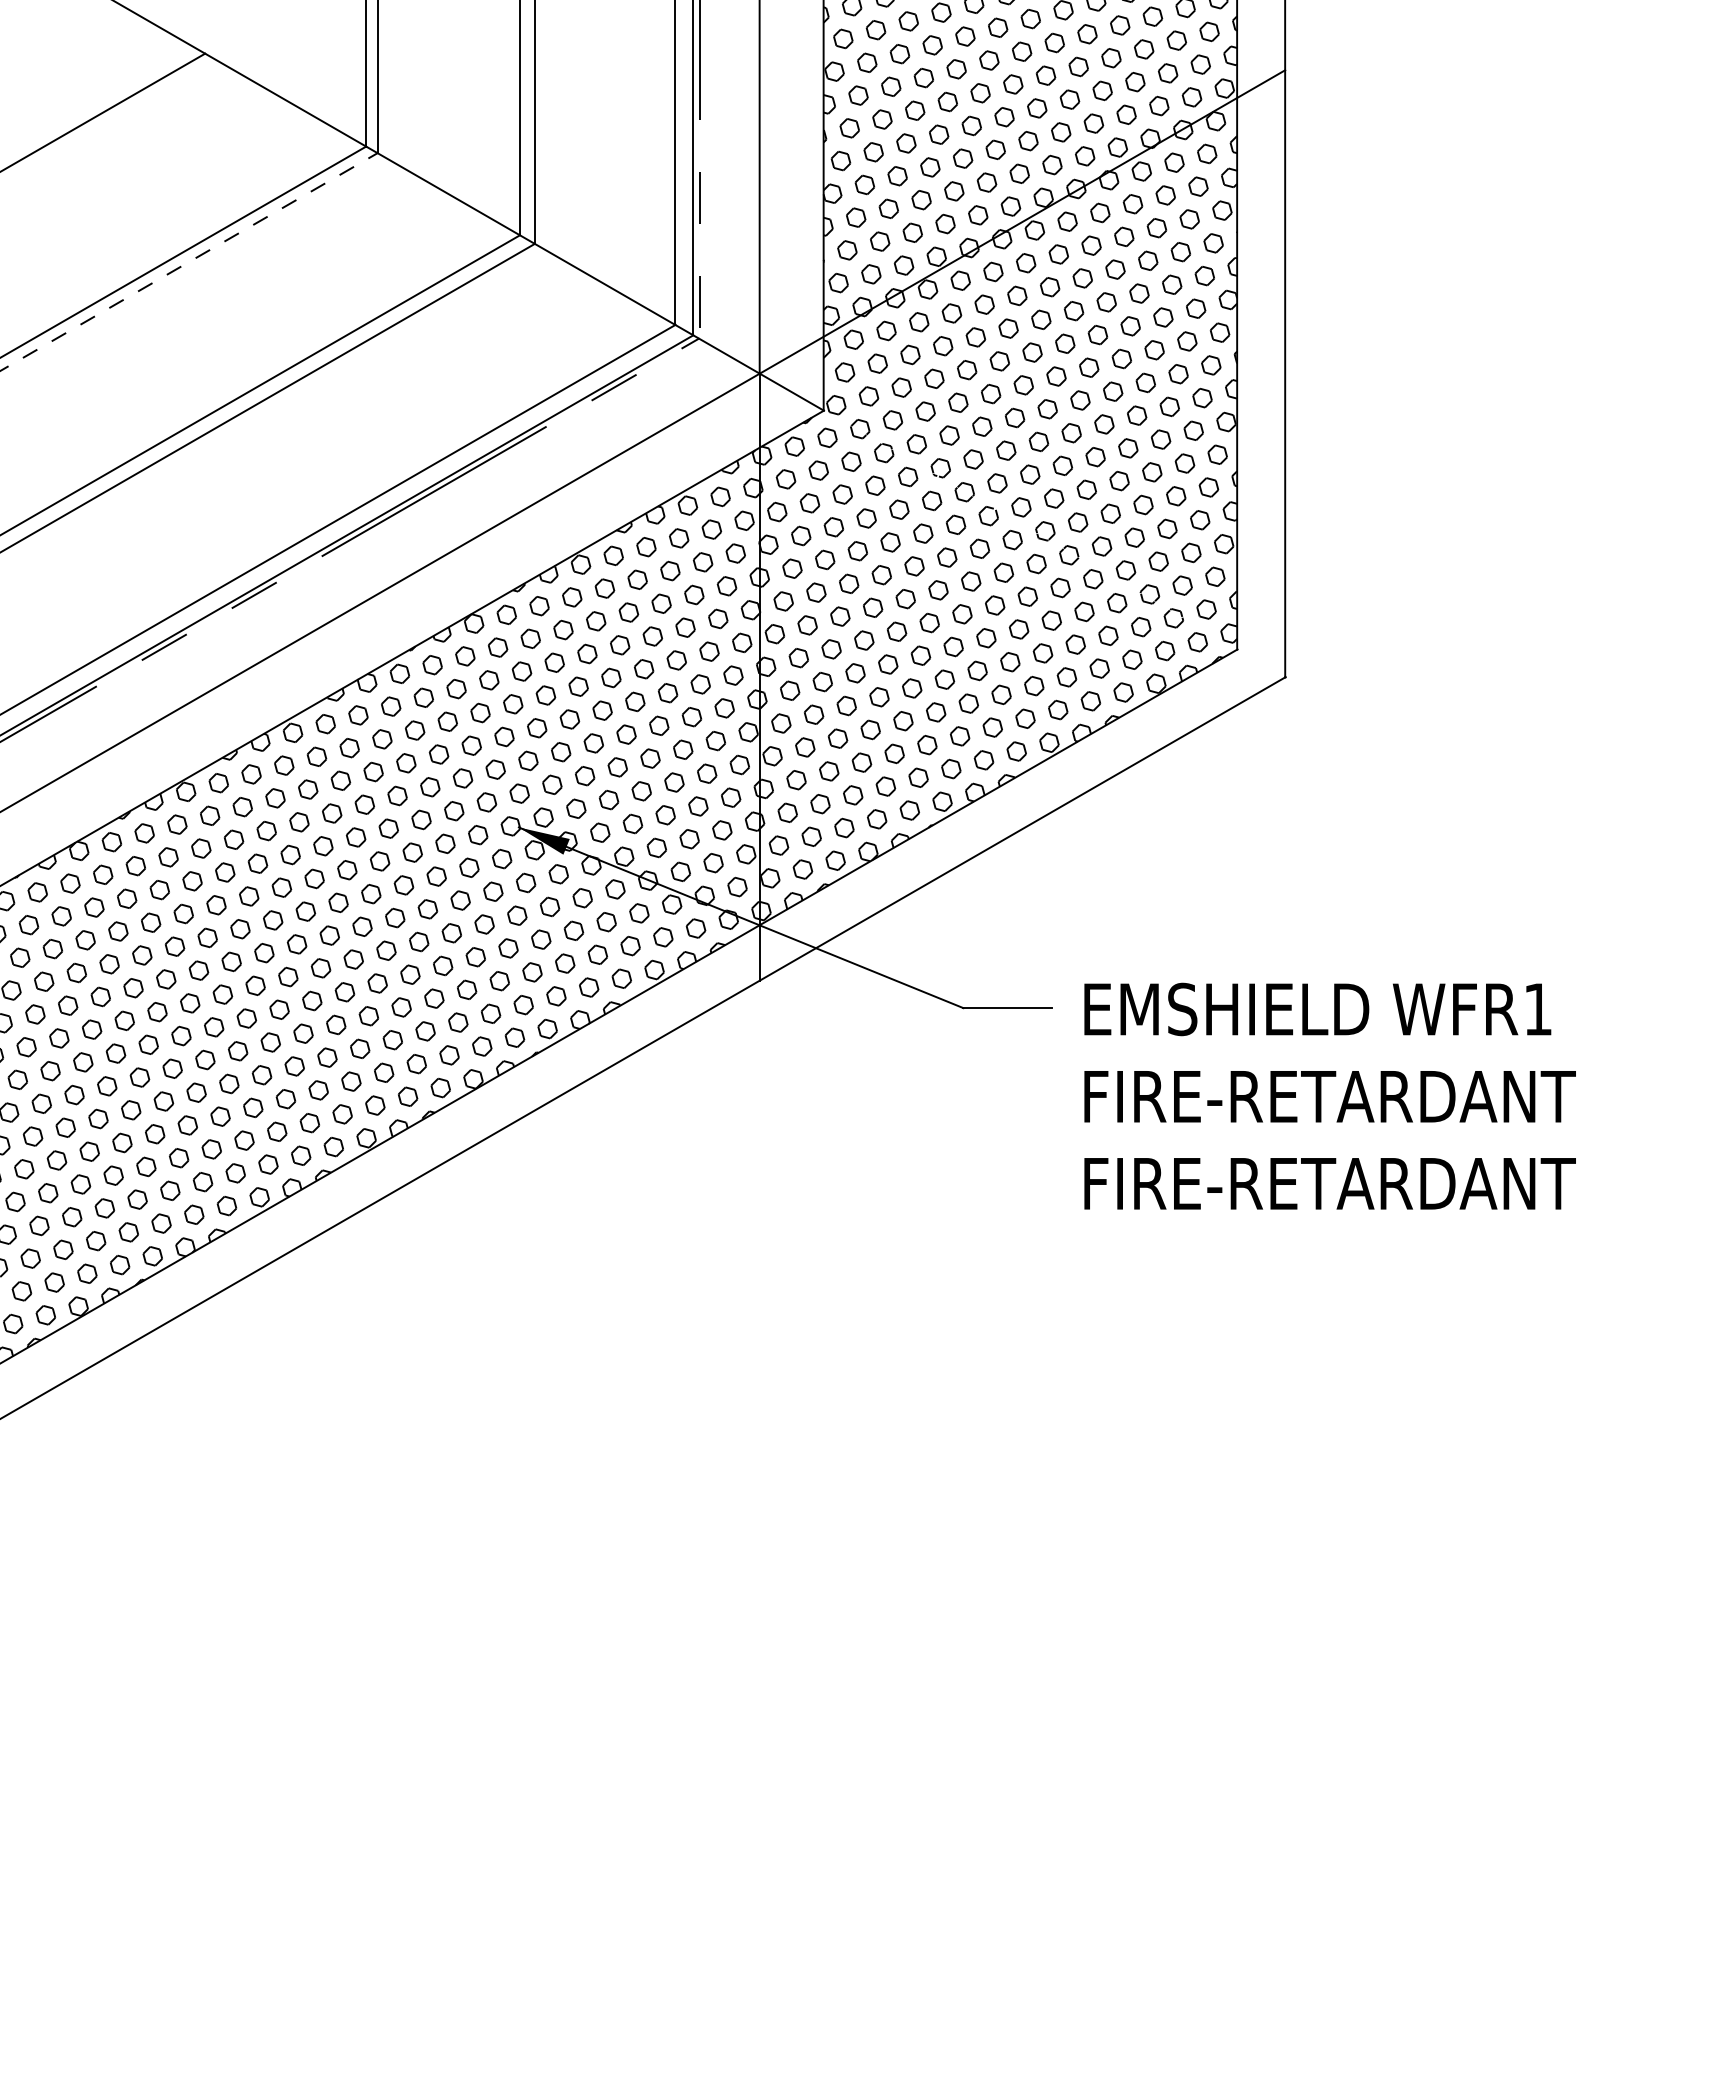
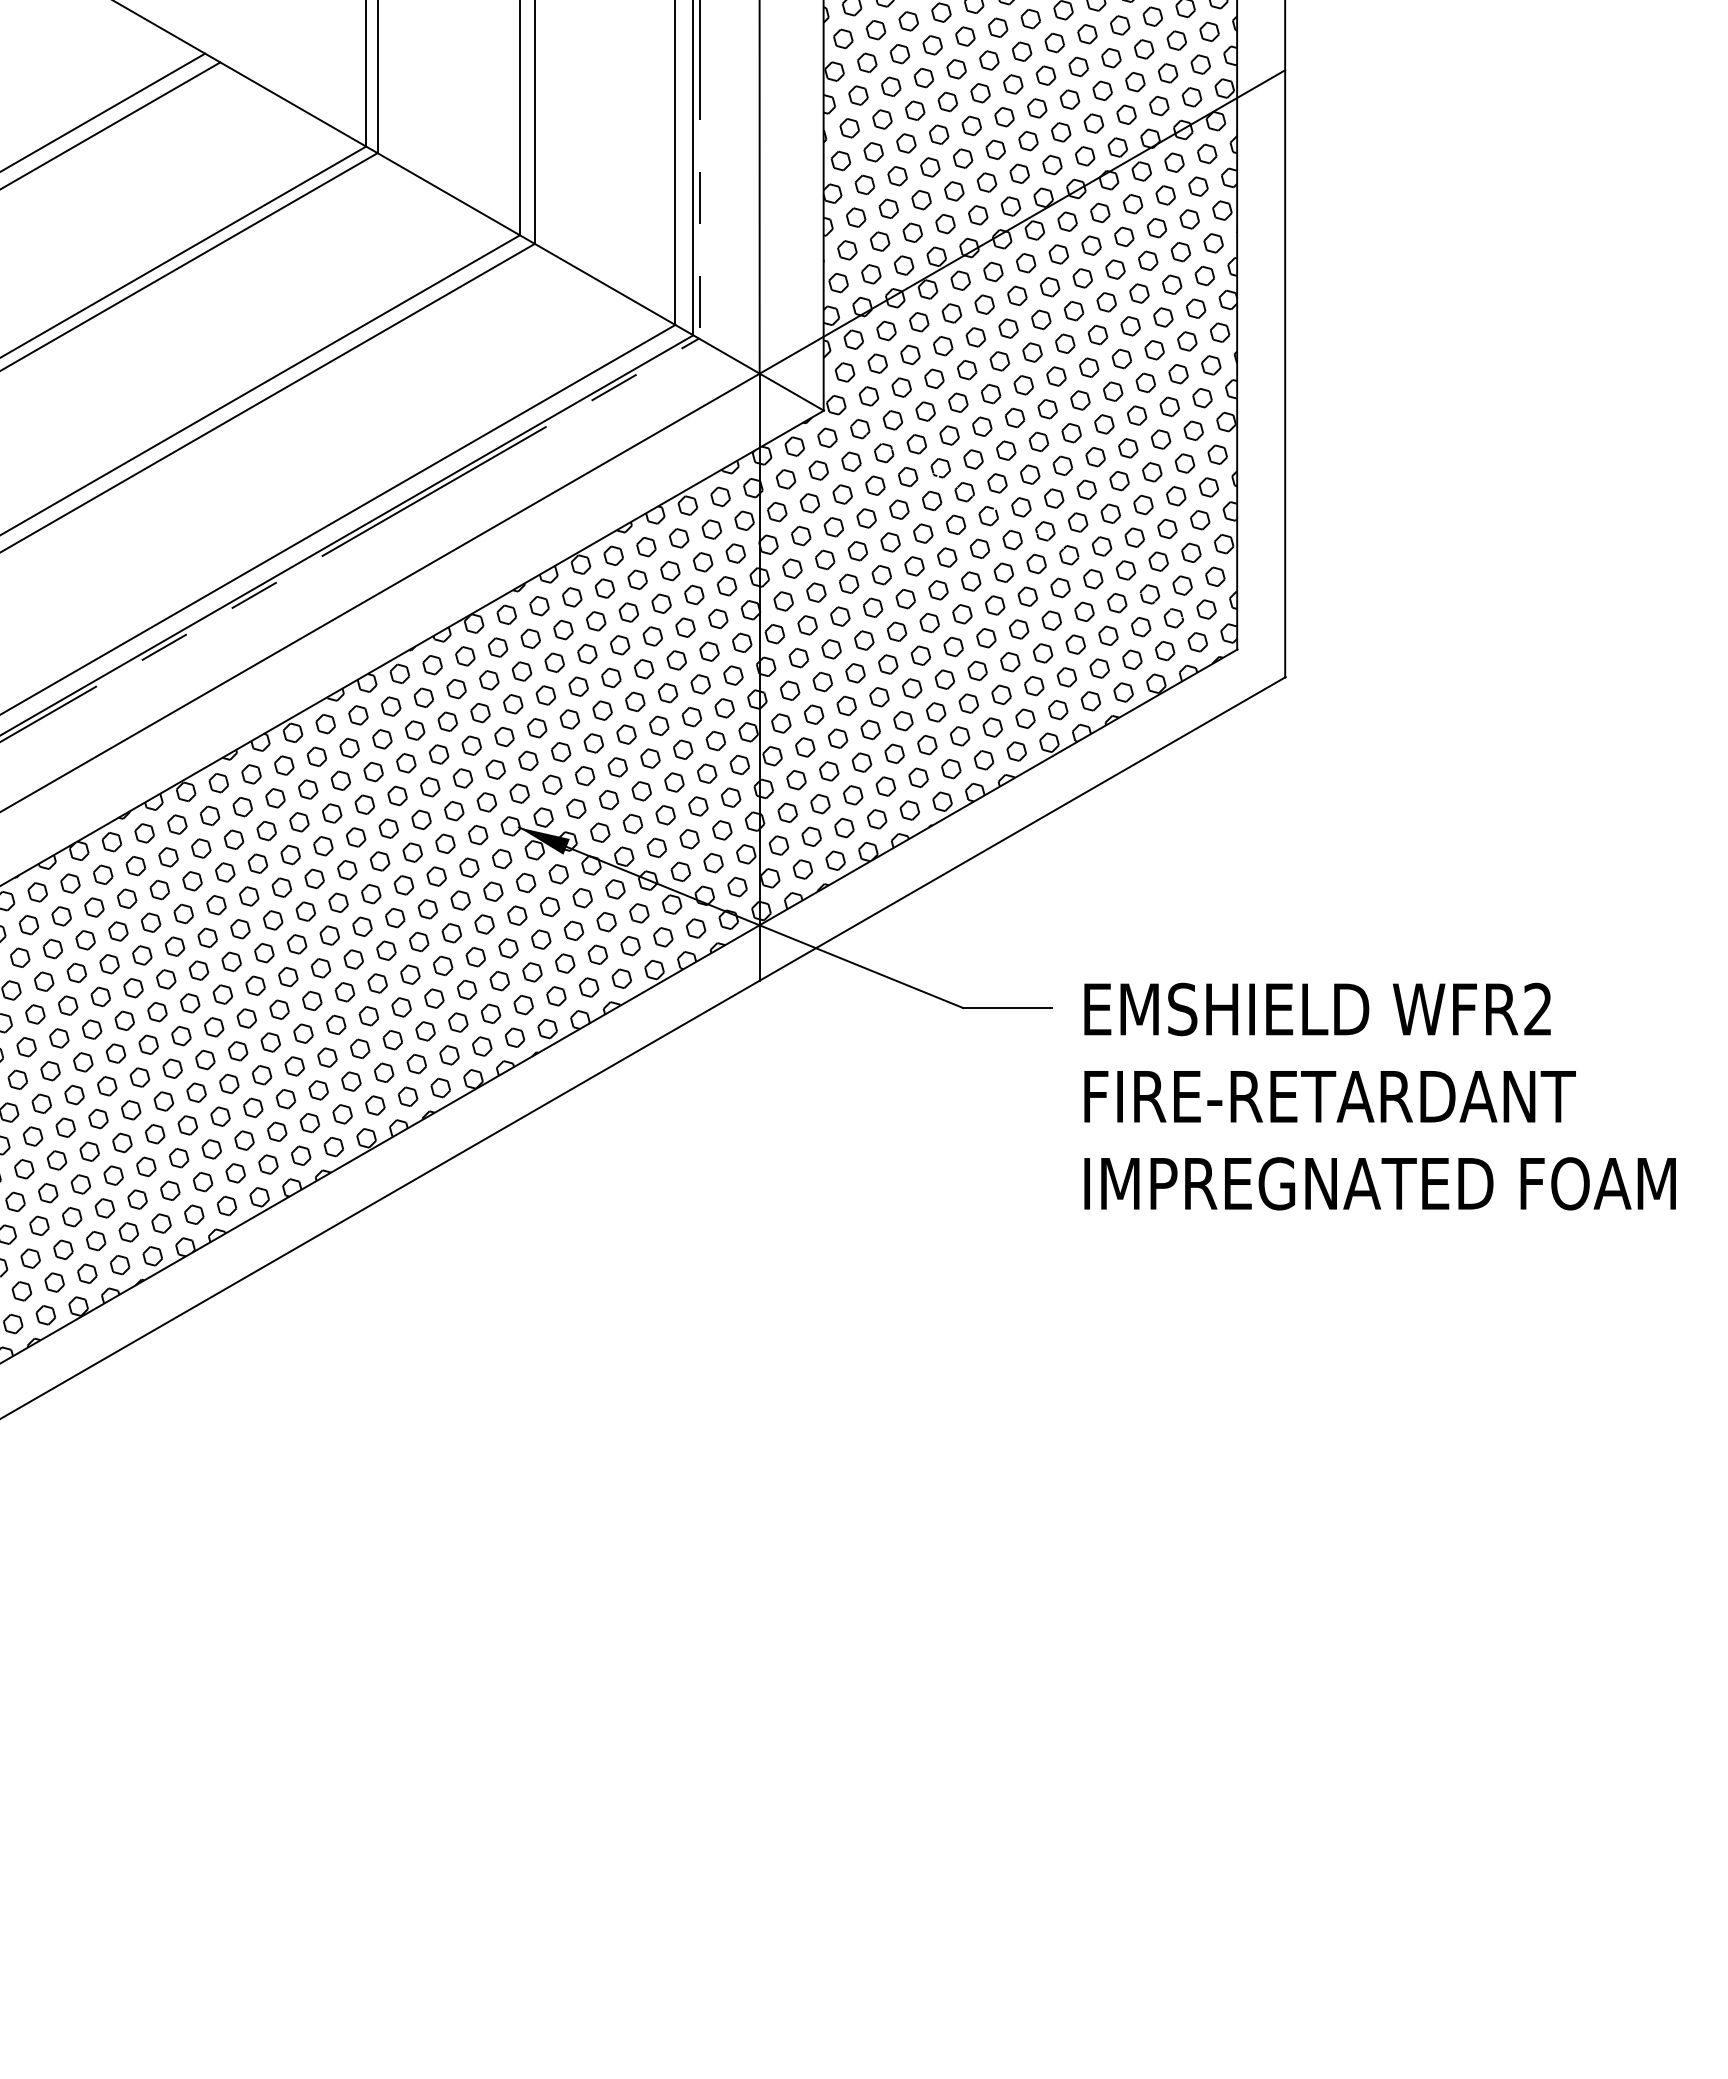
line at (111, 125): none -> present
line at (188, 262): dashed -> solid
text at (1537, 1008): WFR1 -> WFR2
text at (1382, 1183): FIRE-RETARDANT -> IMPREGNATED FOAM
